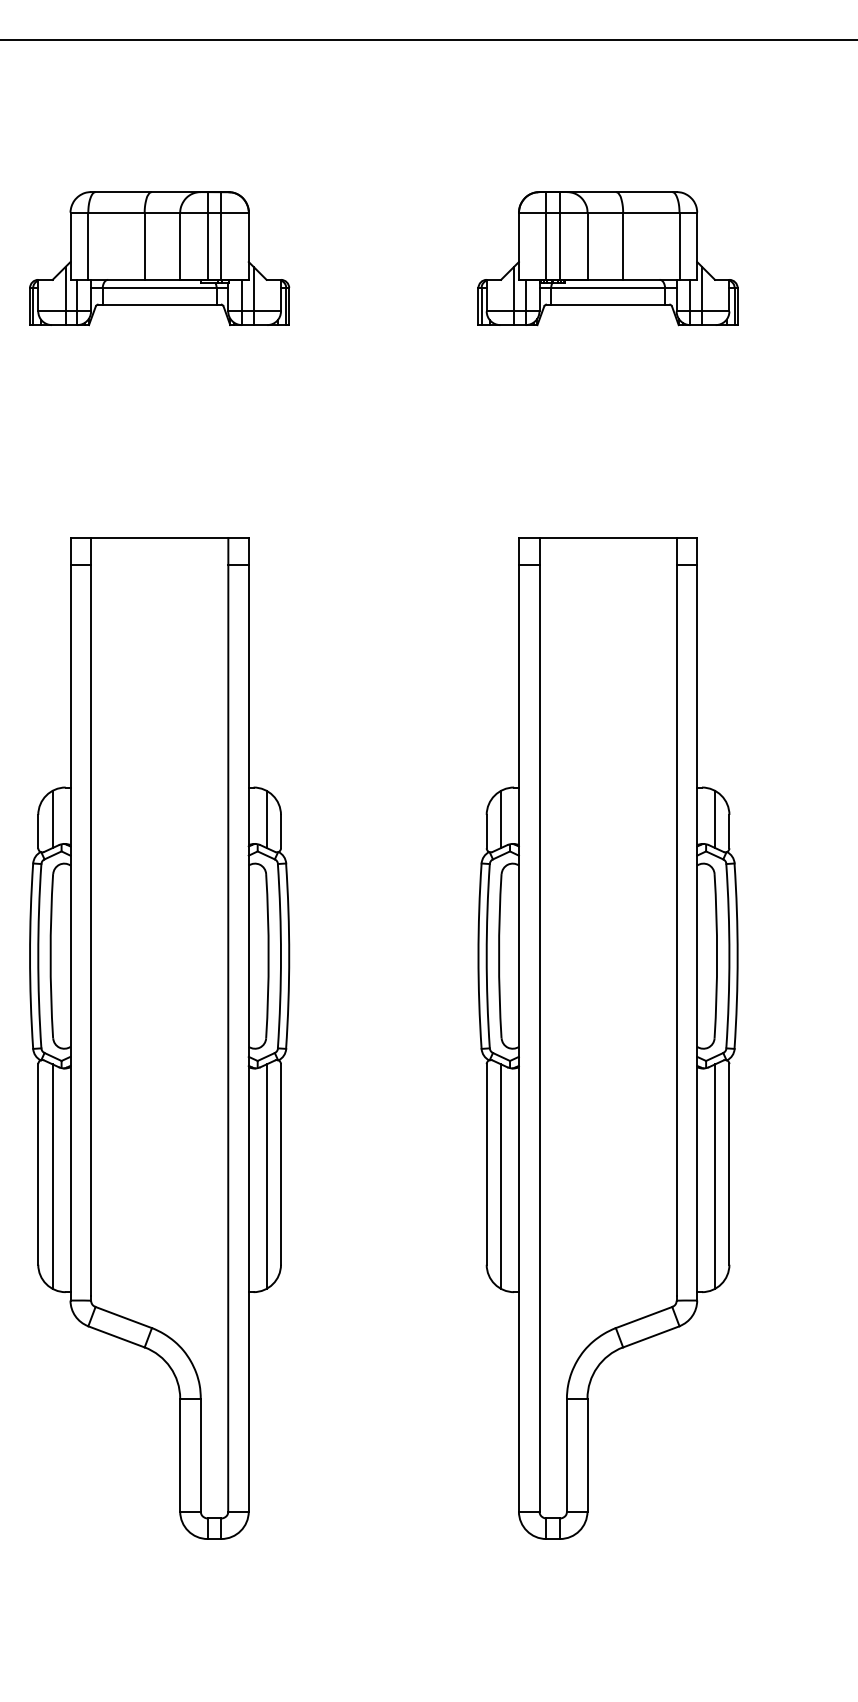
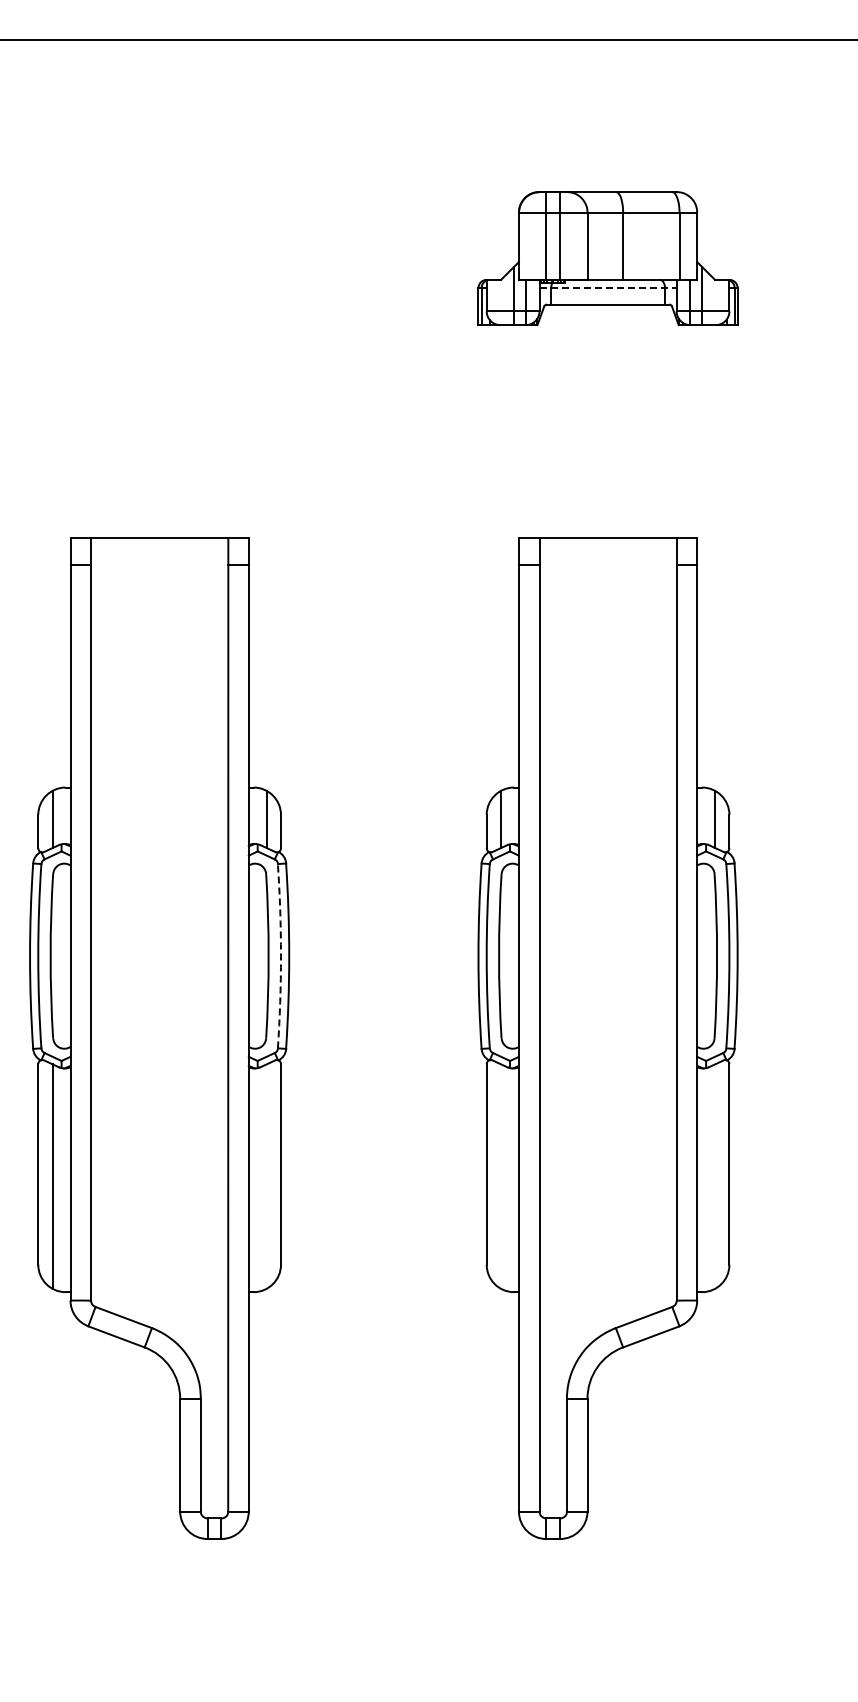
part at (159, 258): present -> none
line at (608, 288): solid -> dashed
arc at (281, 956): solid -> dashed
line at (266, 1176): present -> none
line at (501, 1176): present -> none
line at (715, 1176): present -> none
